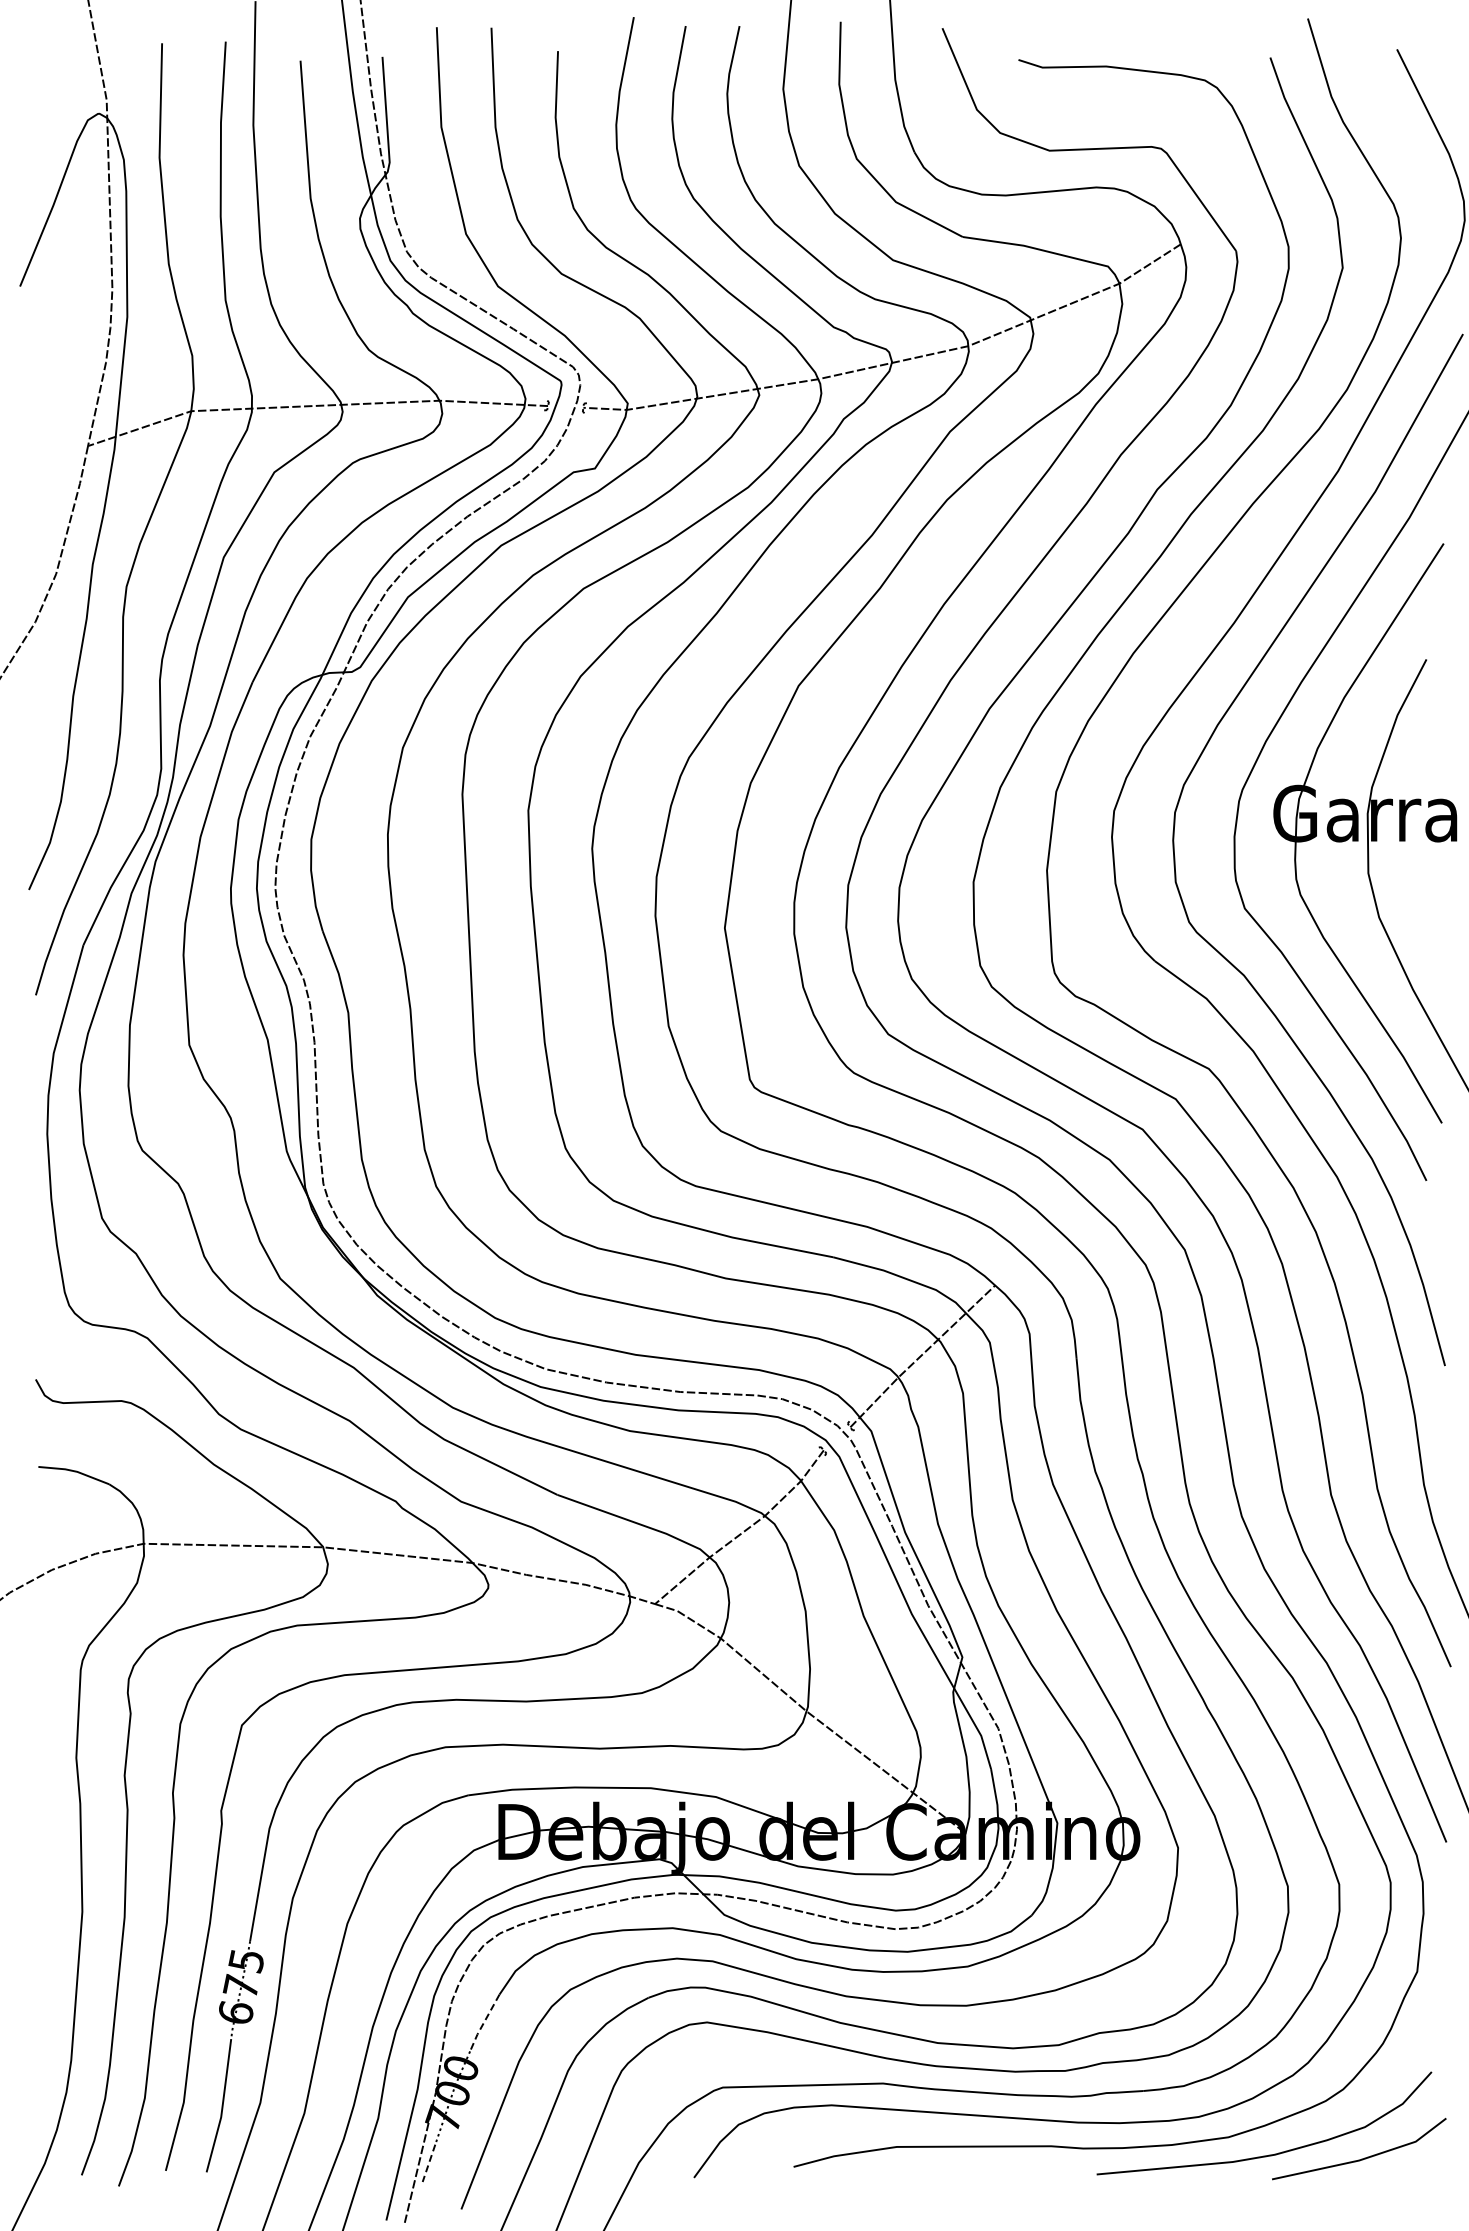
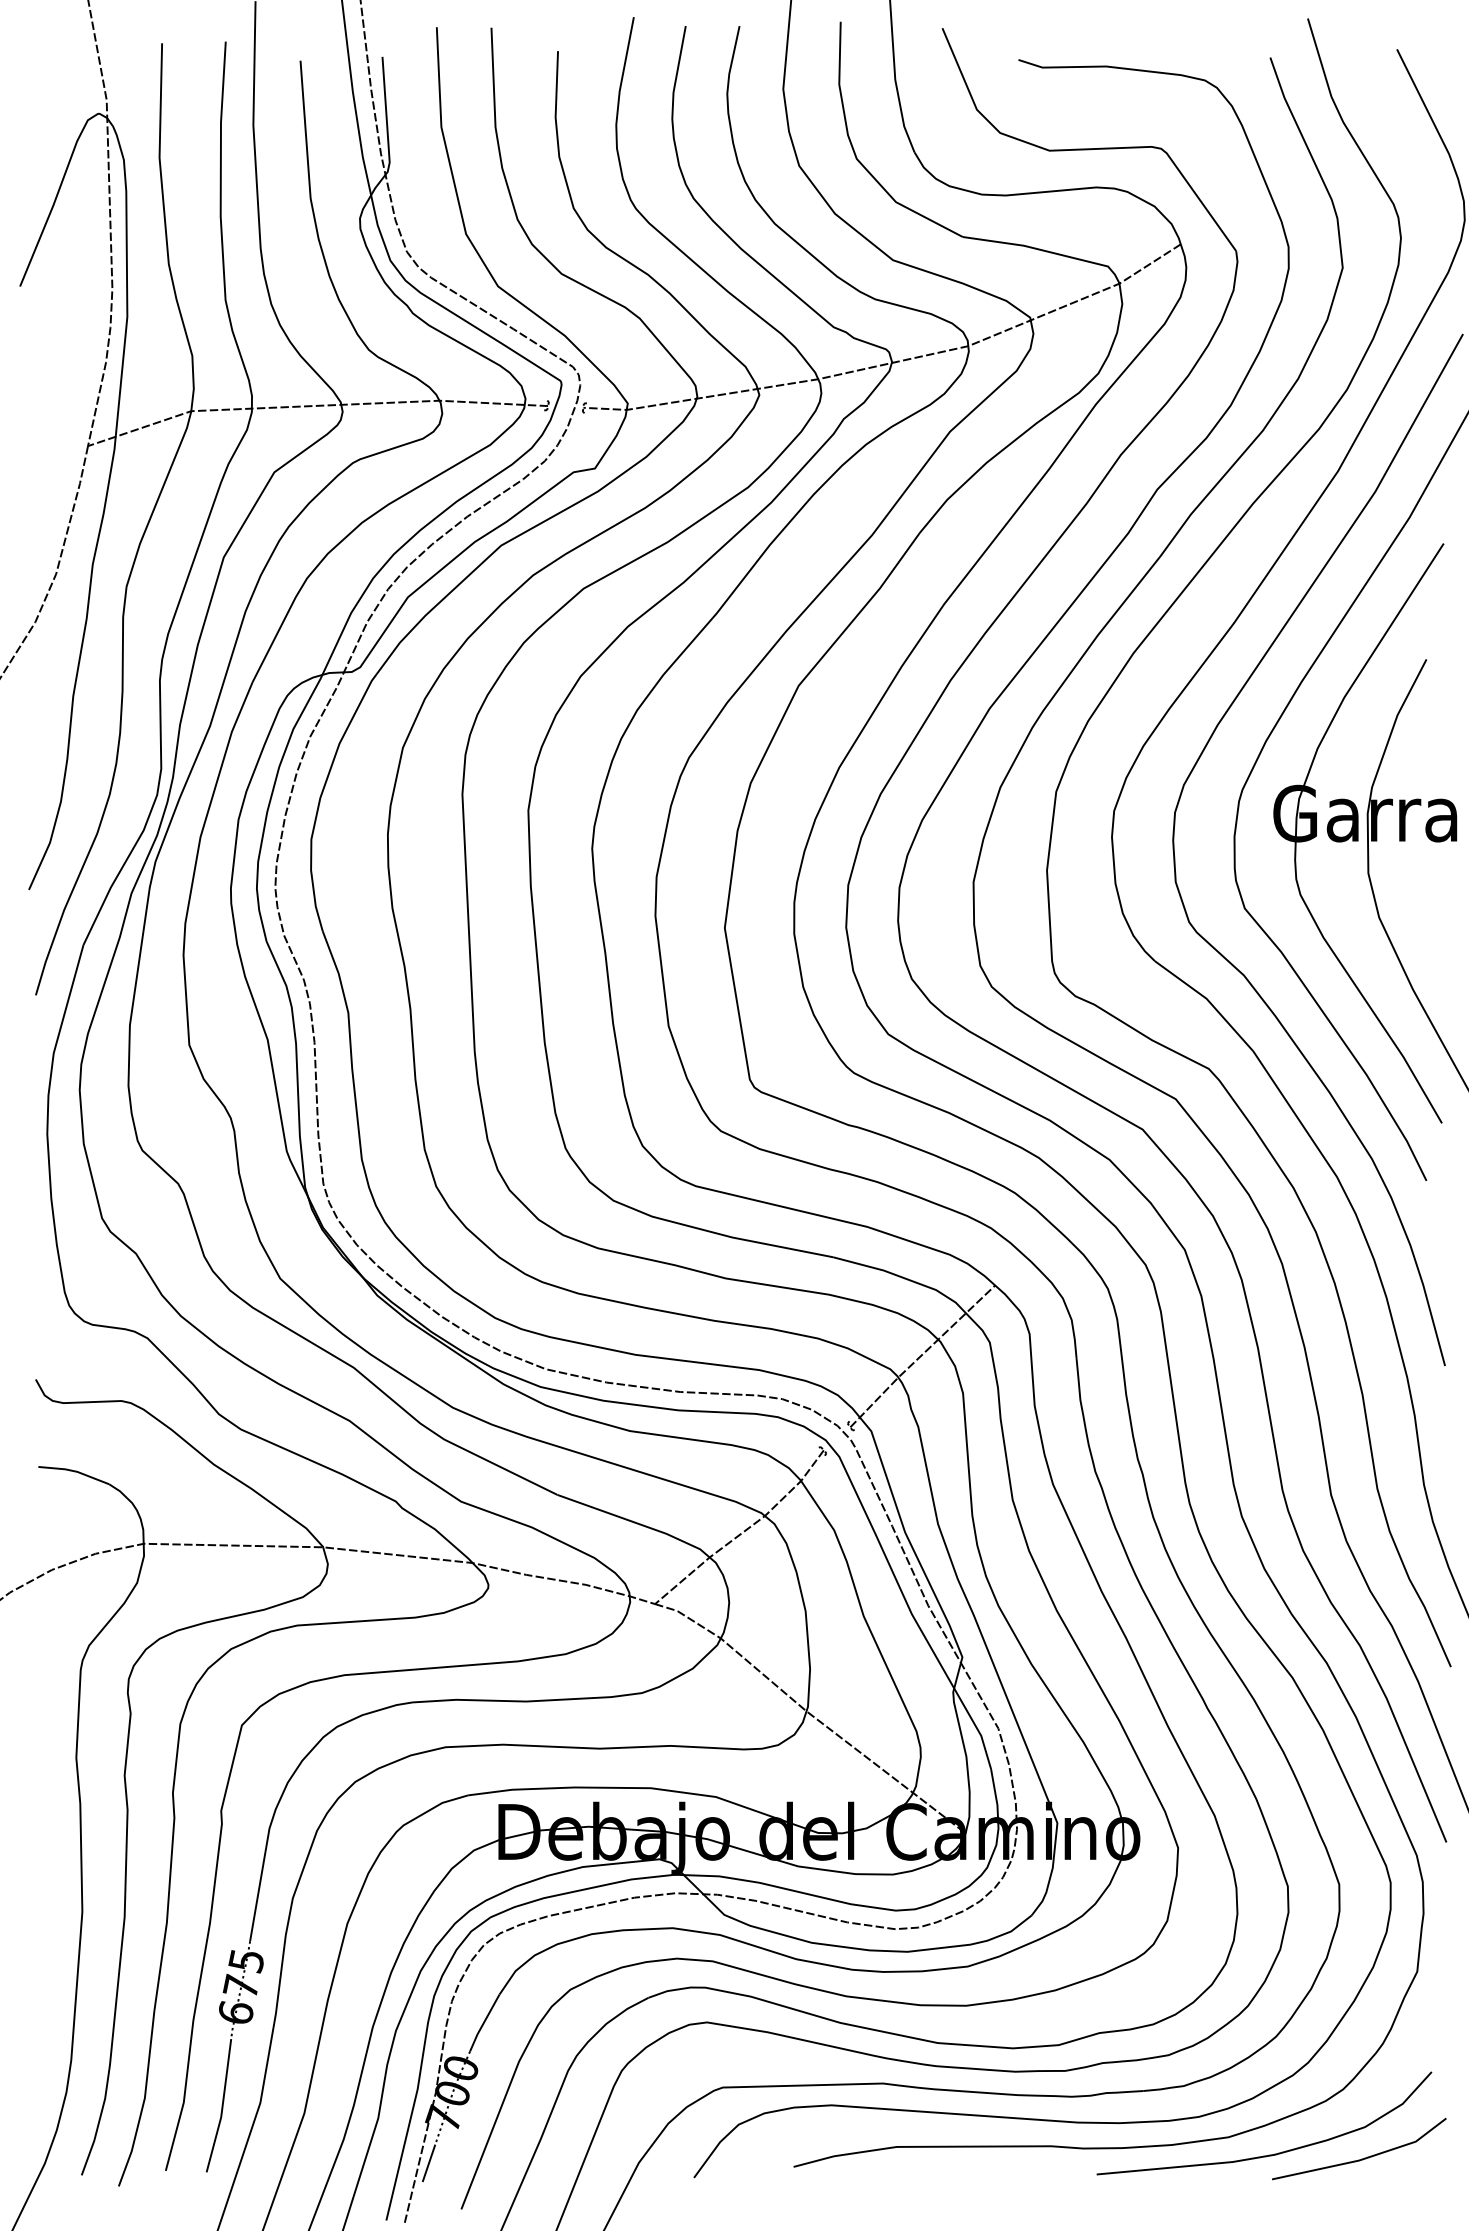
line at (483, 2023): dashed -> solid
line at (429, 2163): dashed -> solid
